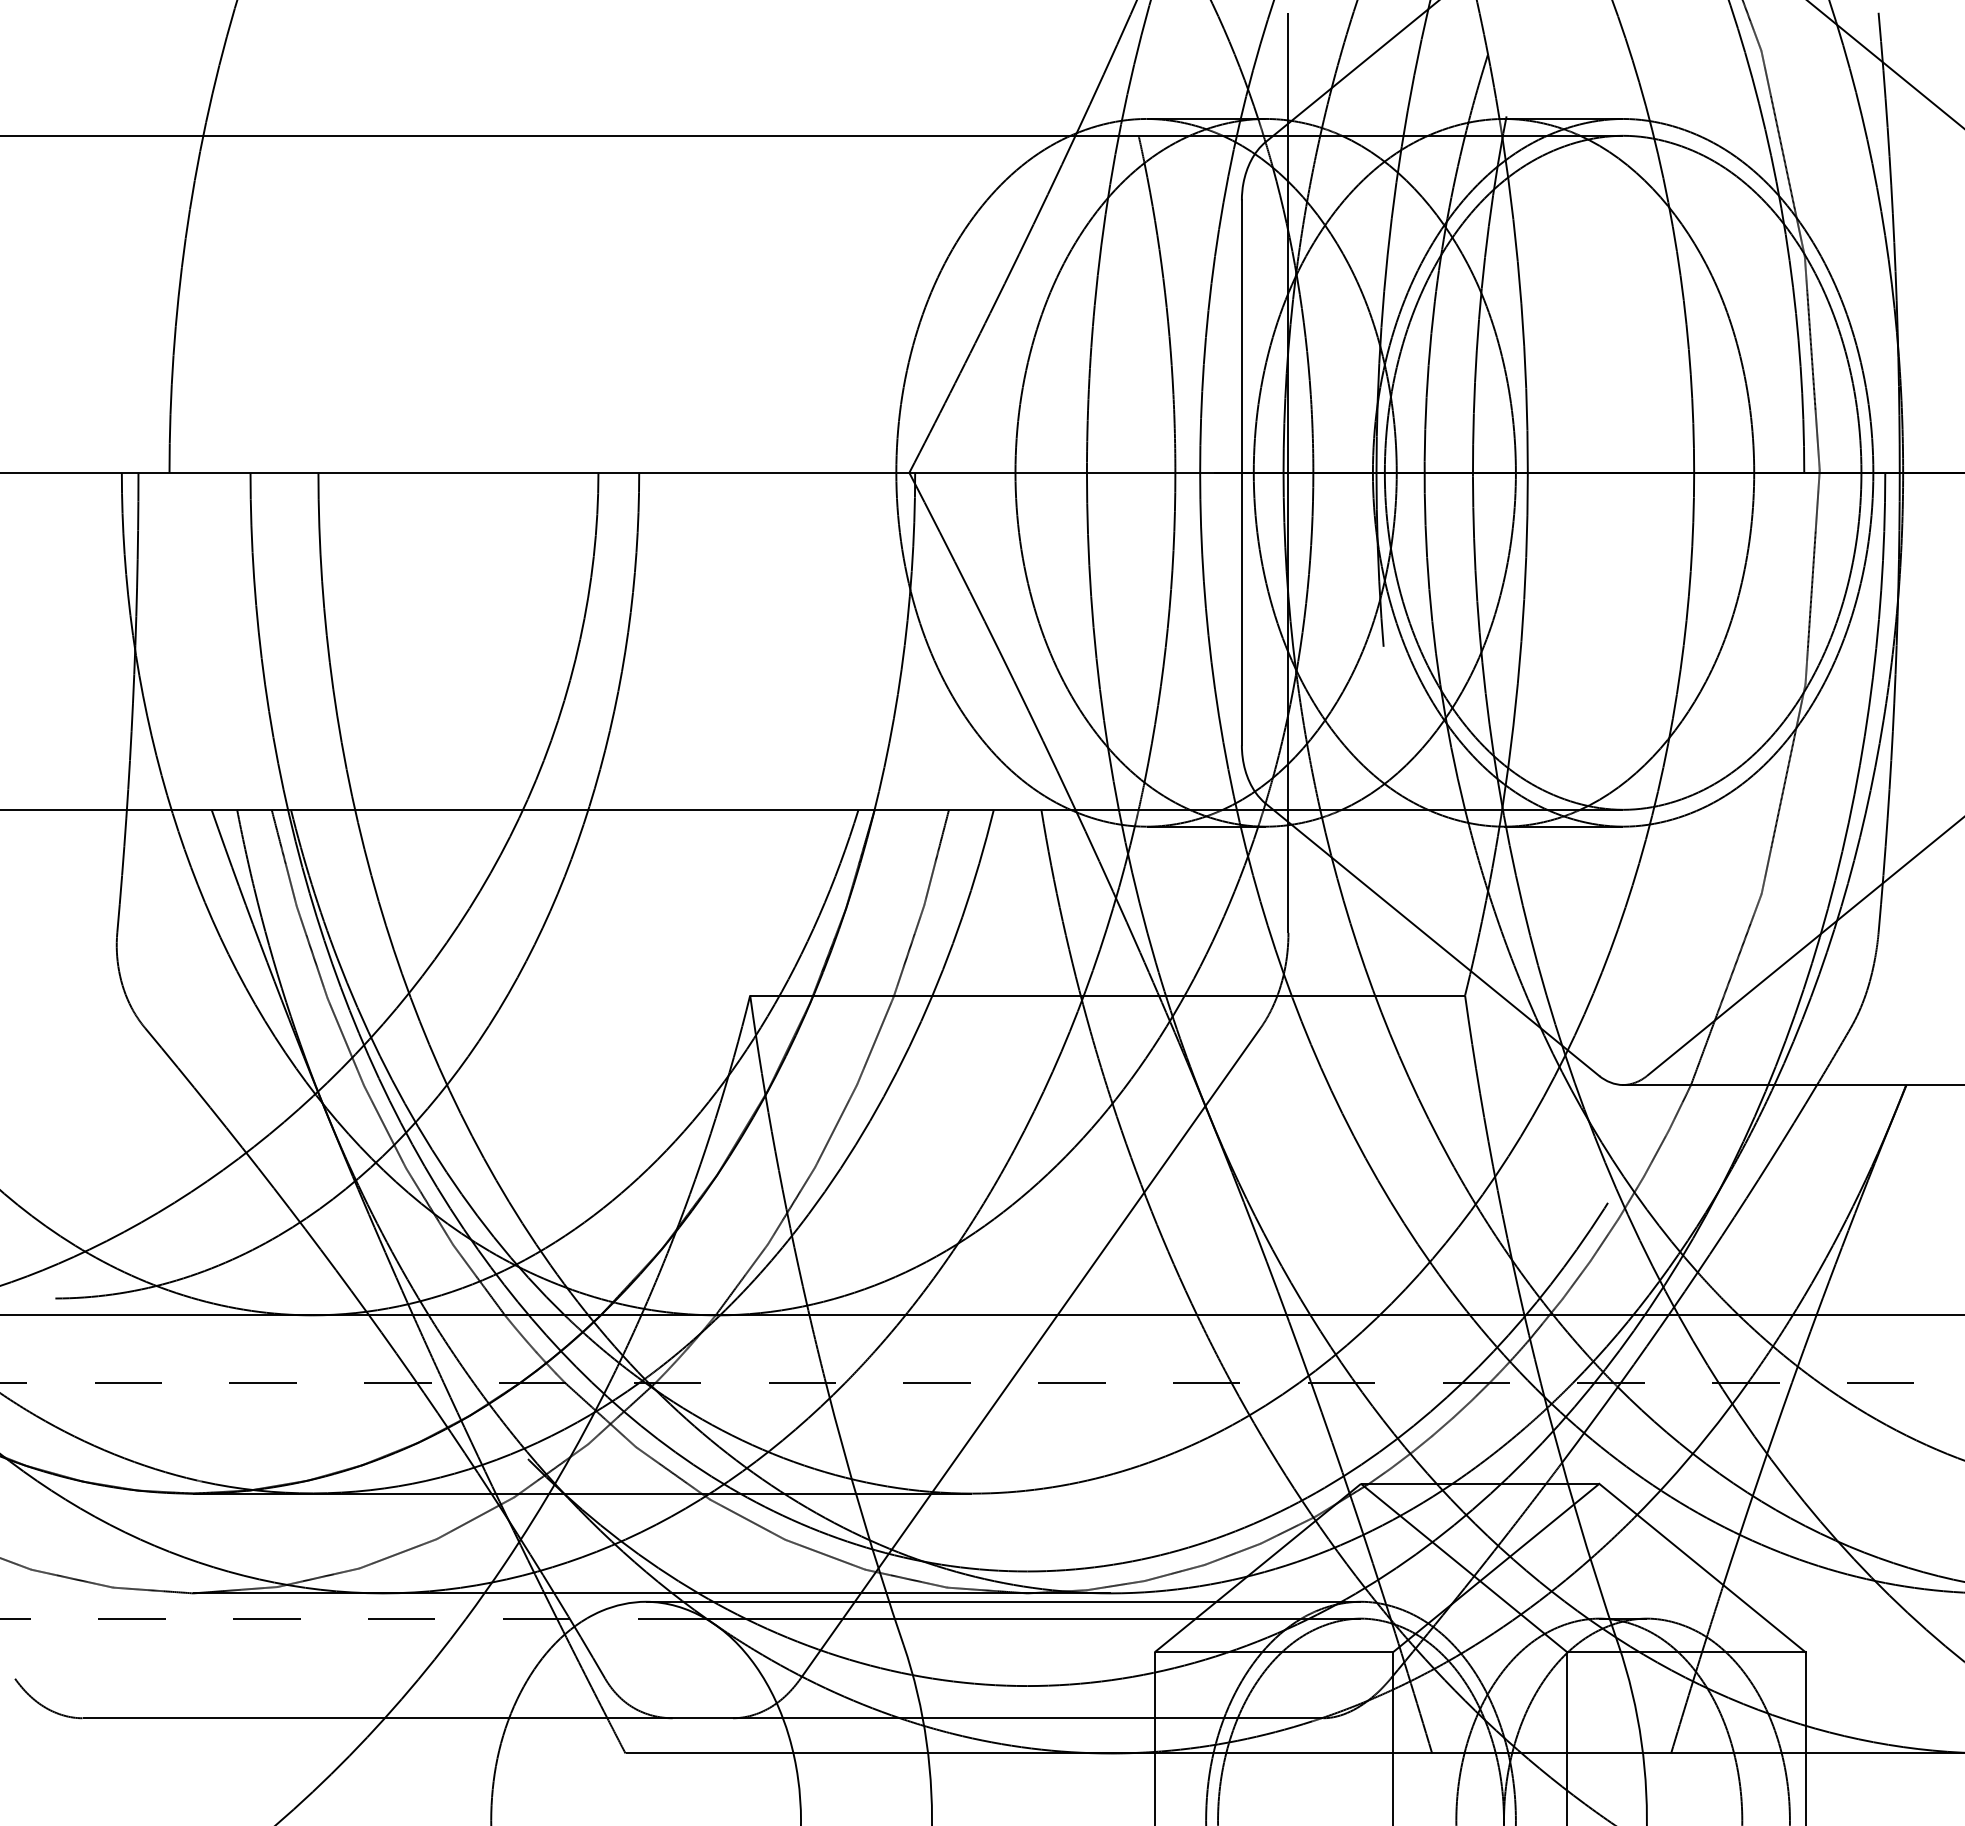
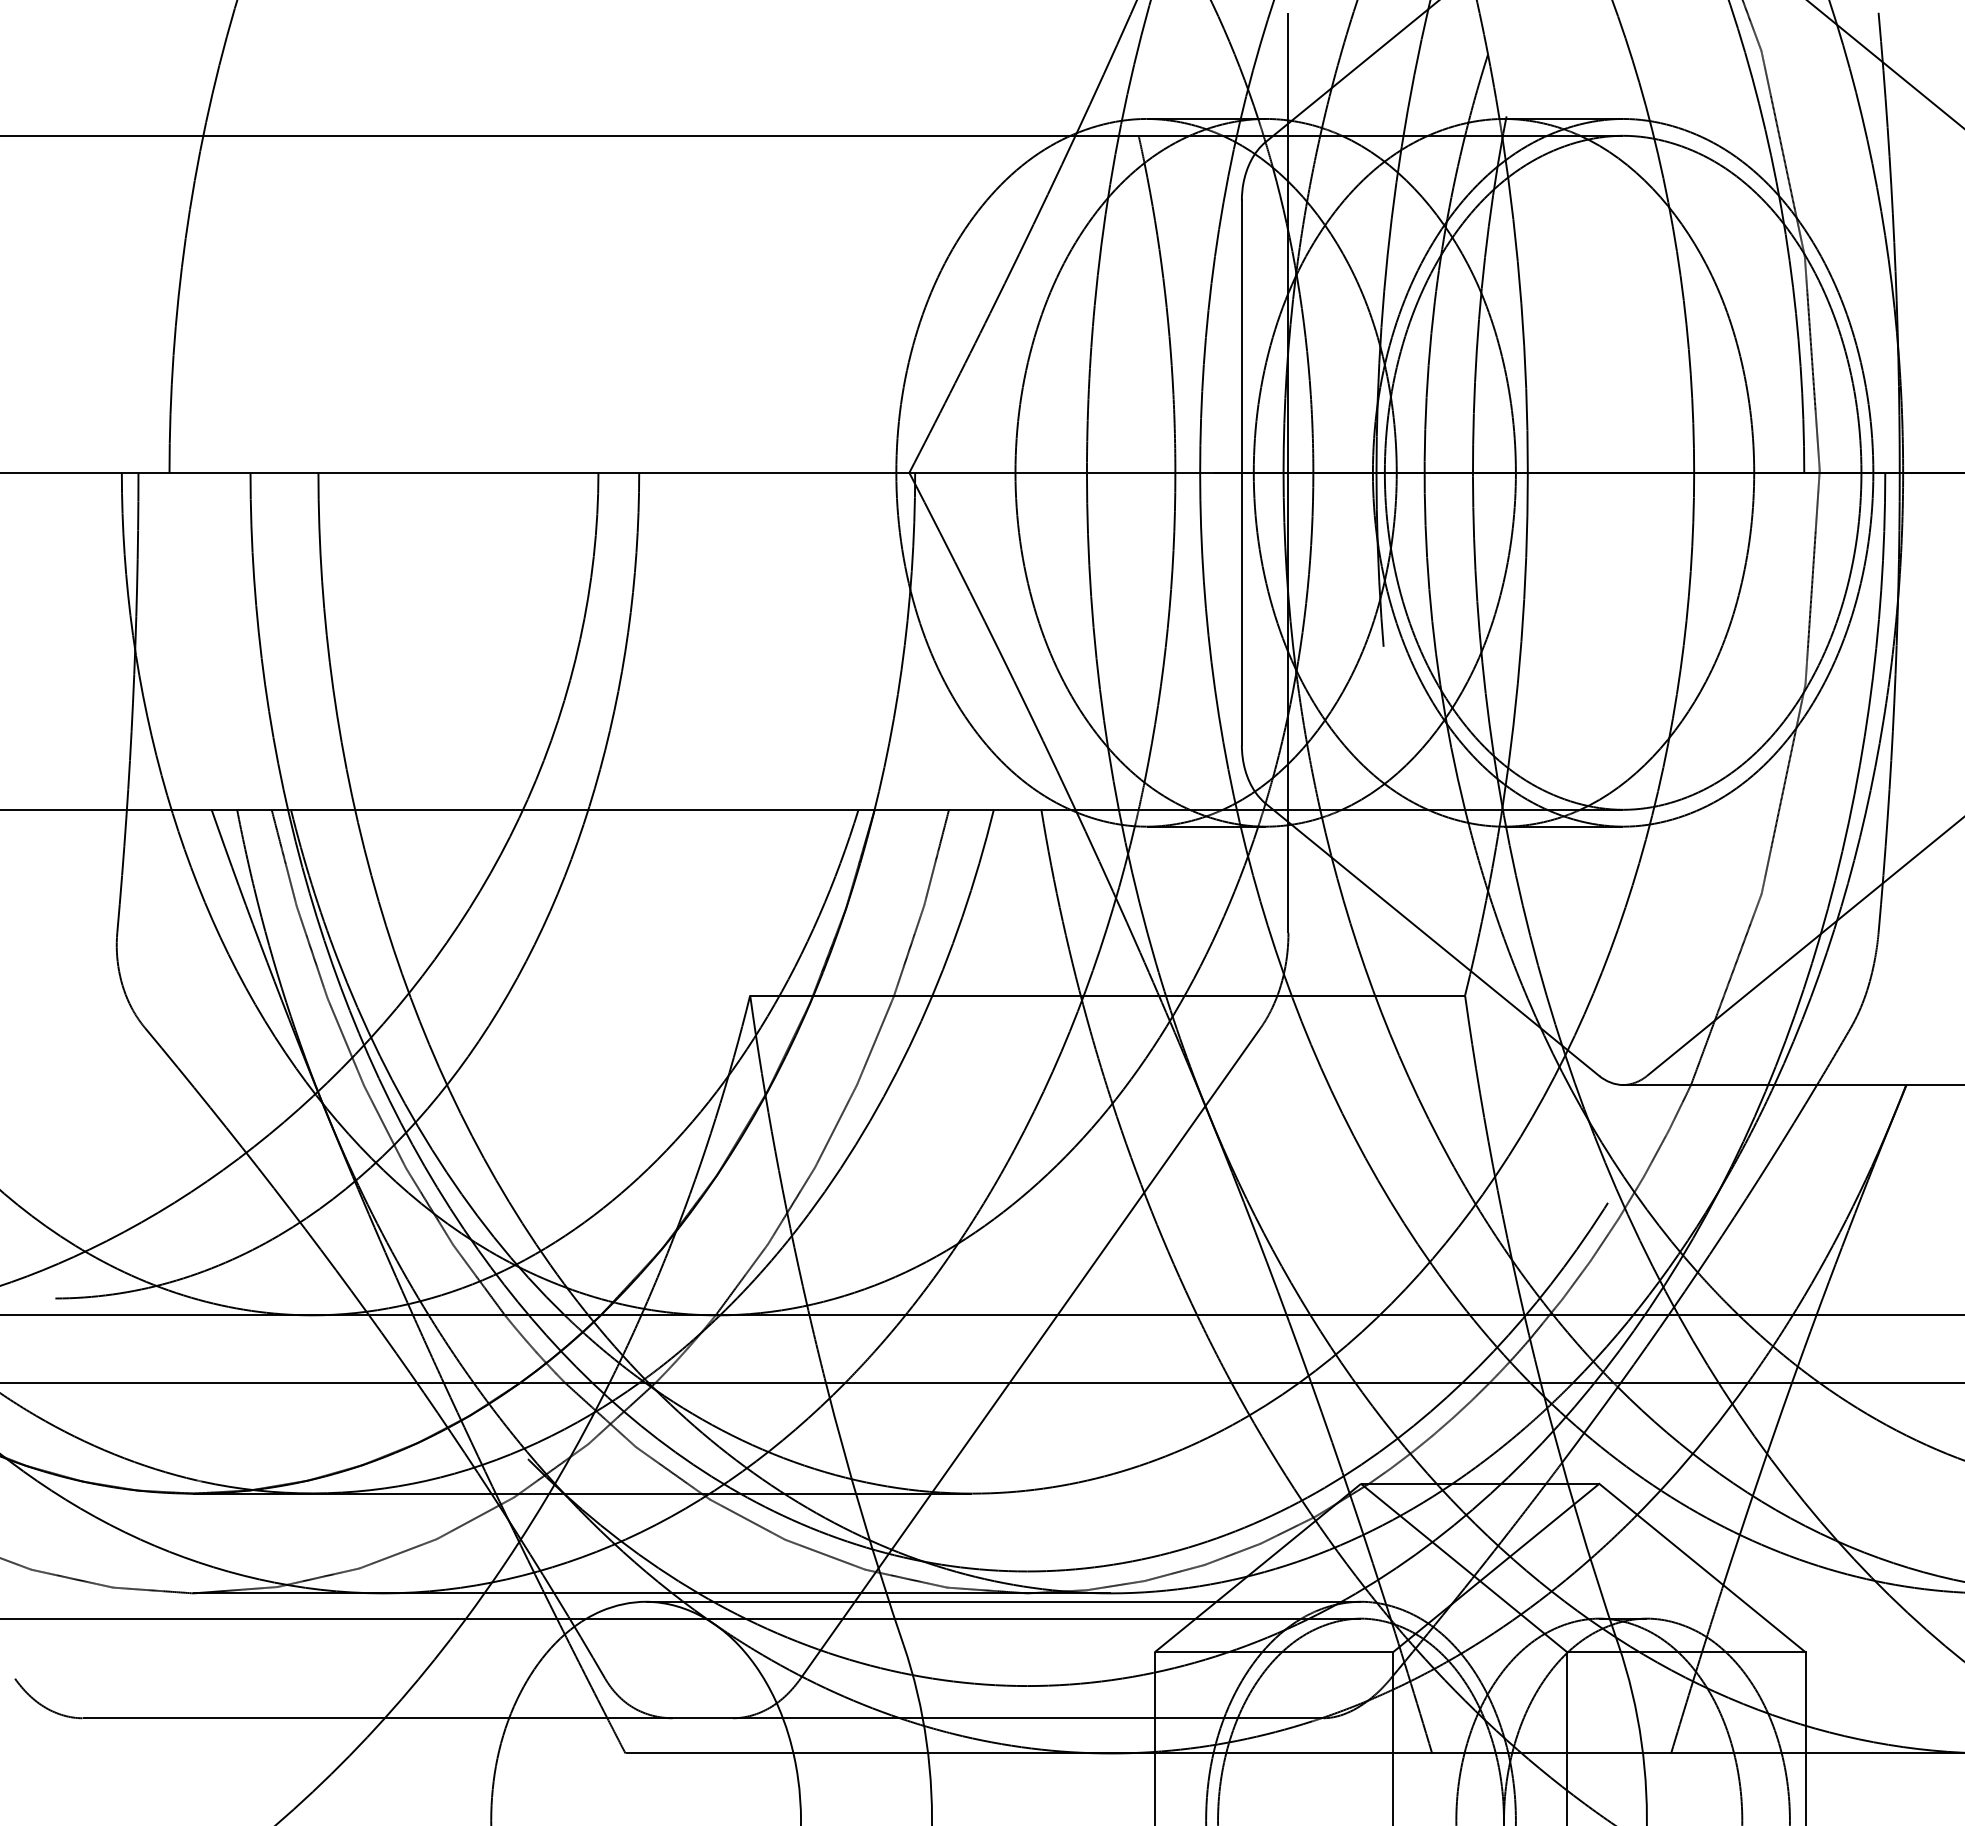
line at (982, 1382): dashed -> solid
line at (352, 1618): dashed -> solid
